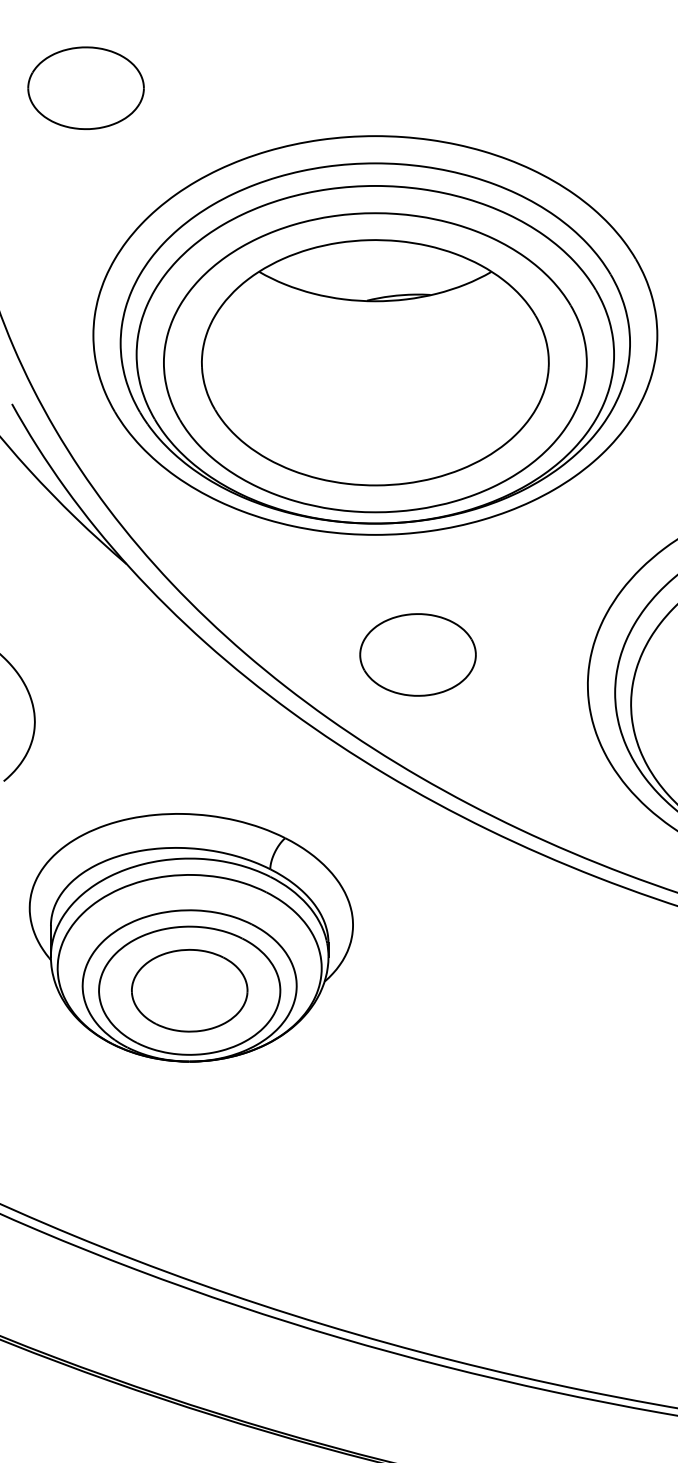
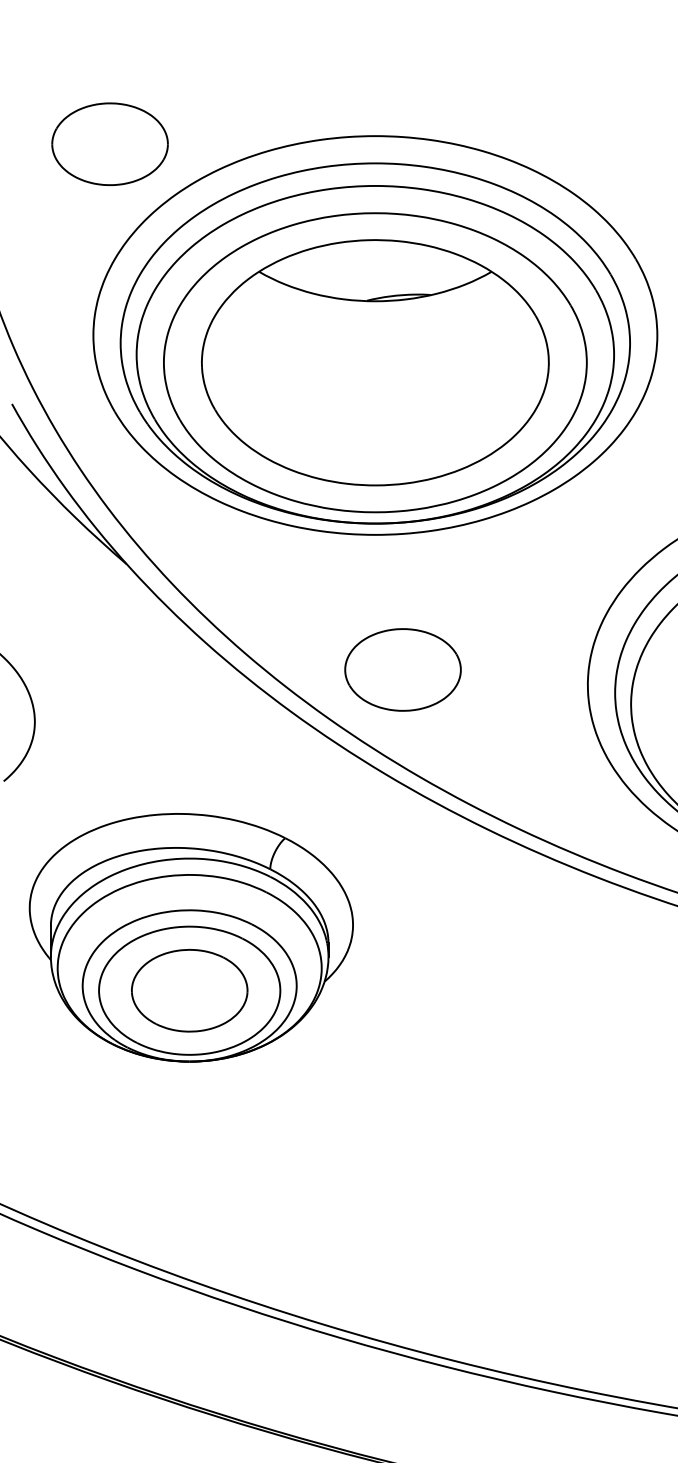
part at (85, 87) position: (85, 87) -> (109, 143)
part at (417, 654) position: (417, 654) -> (402, 669)
